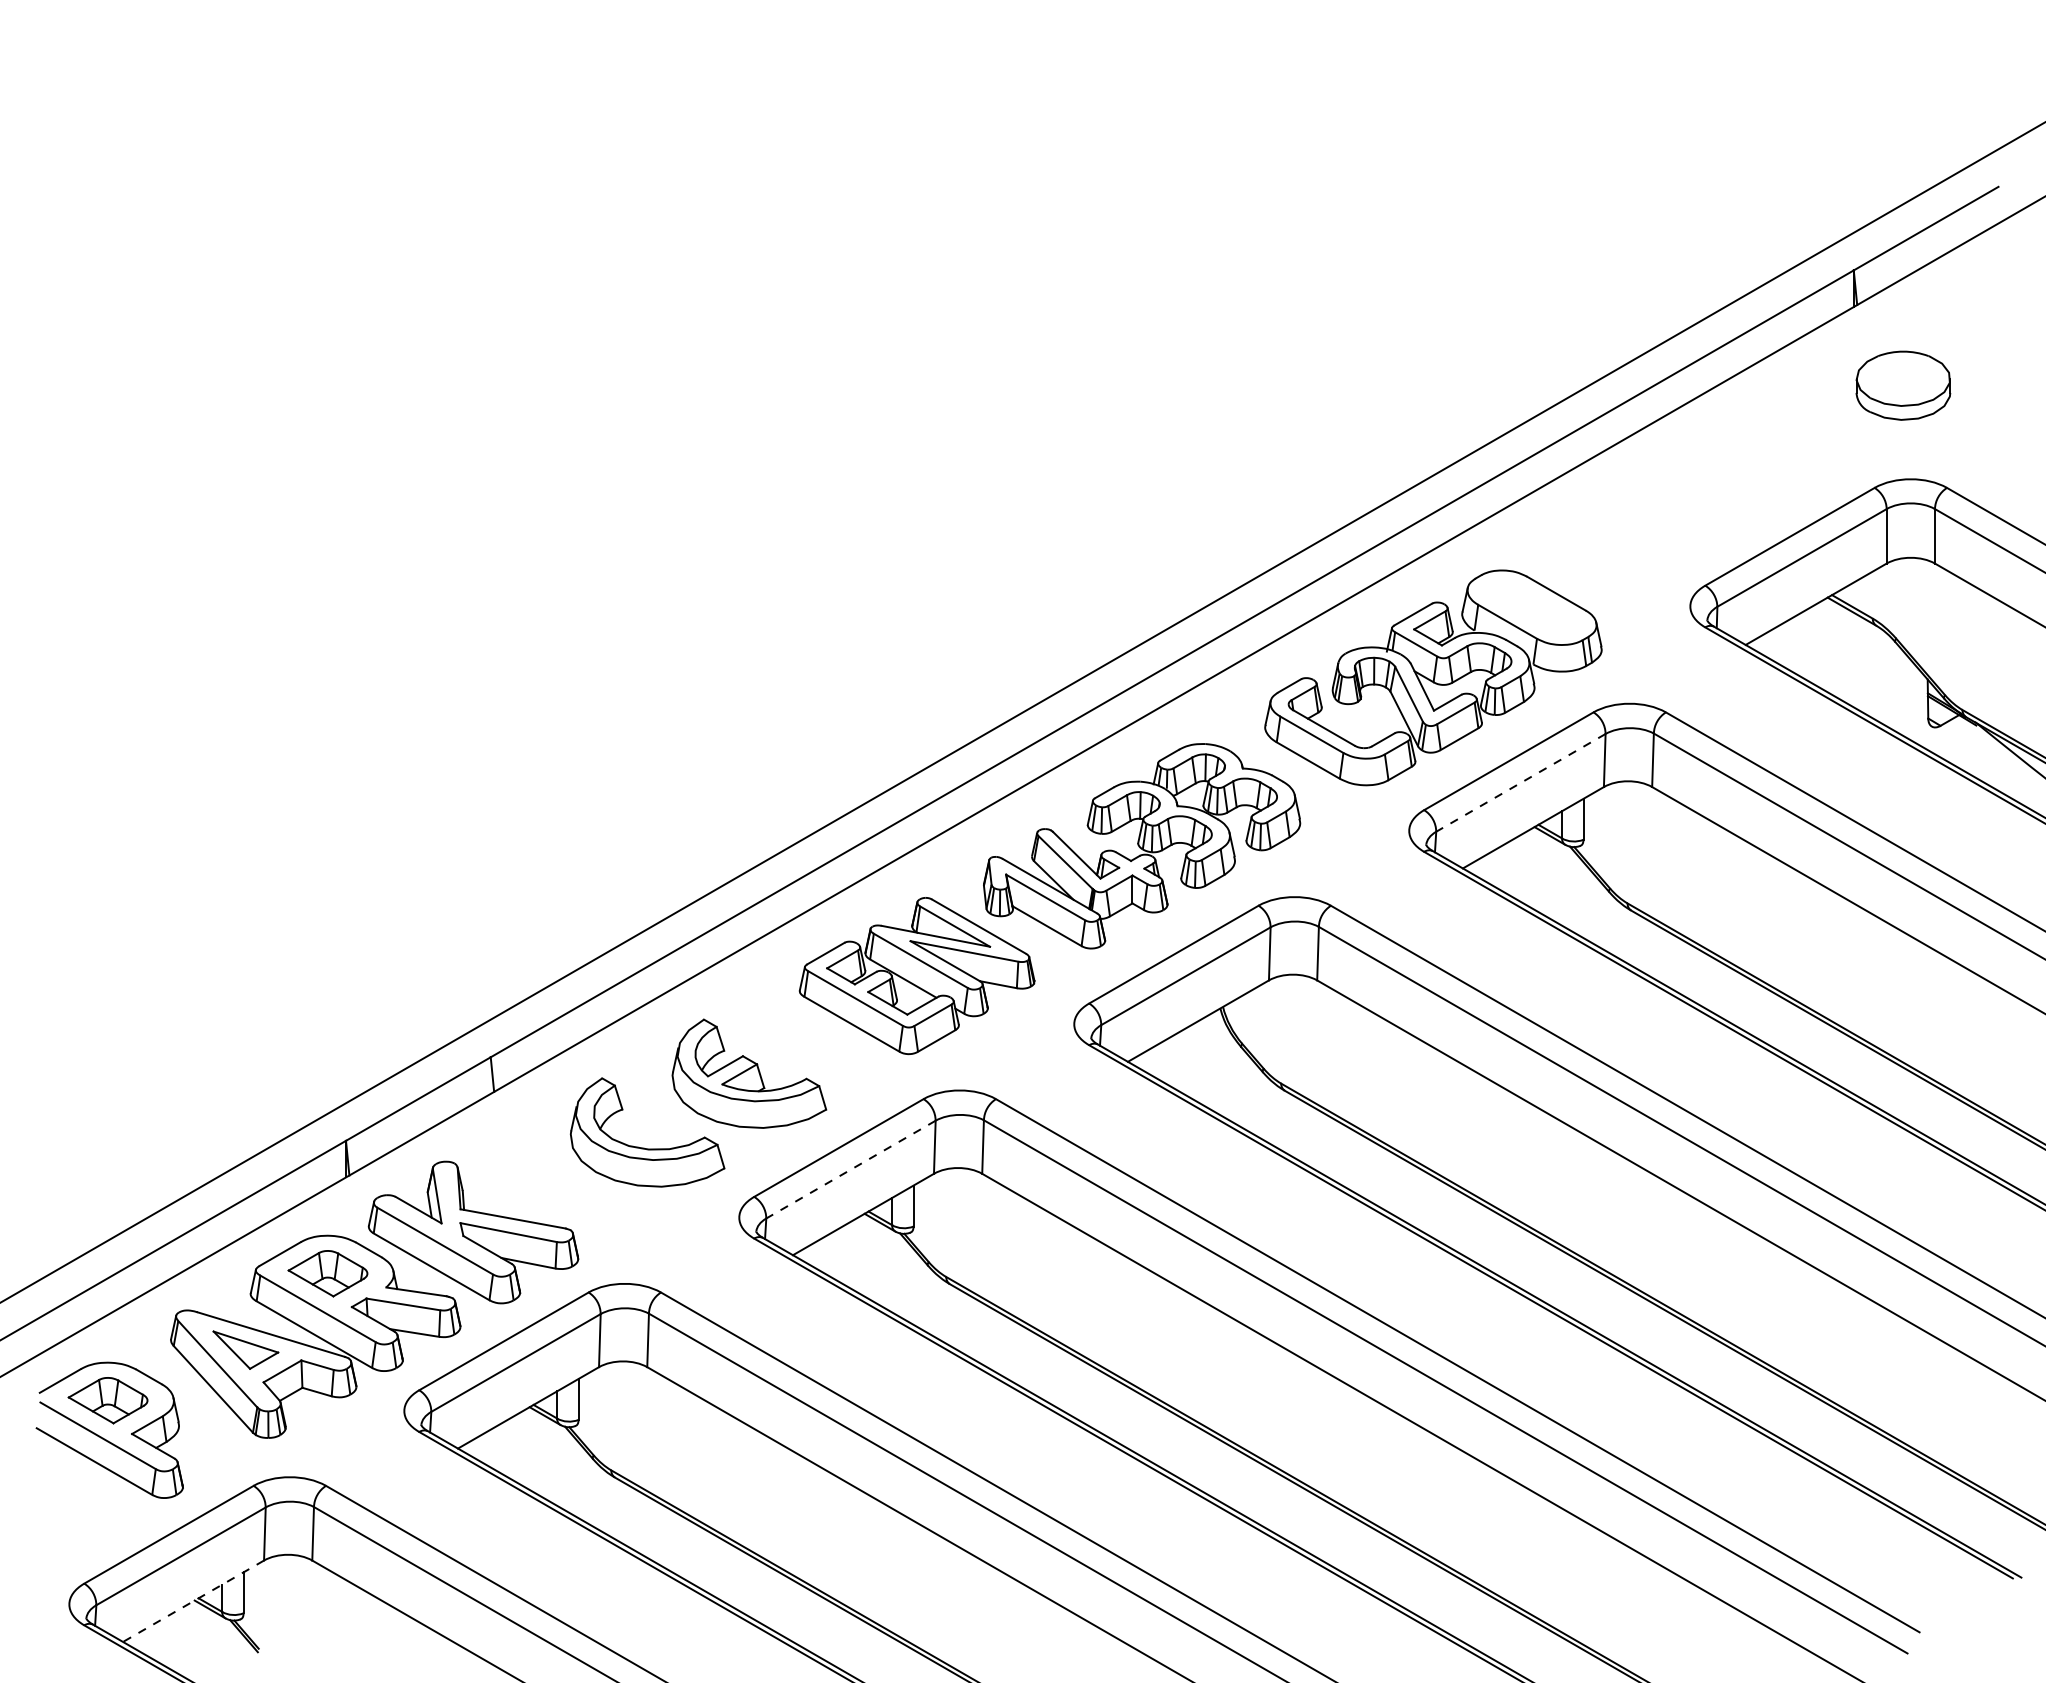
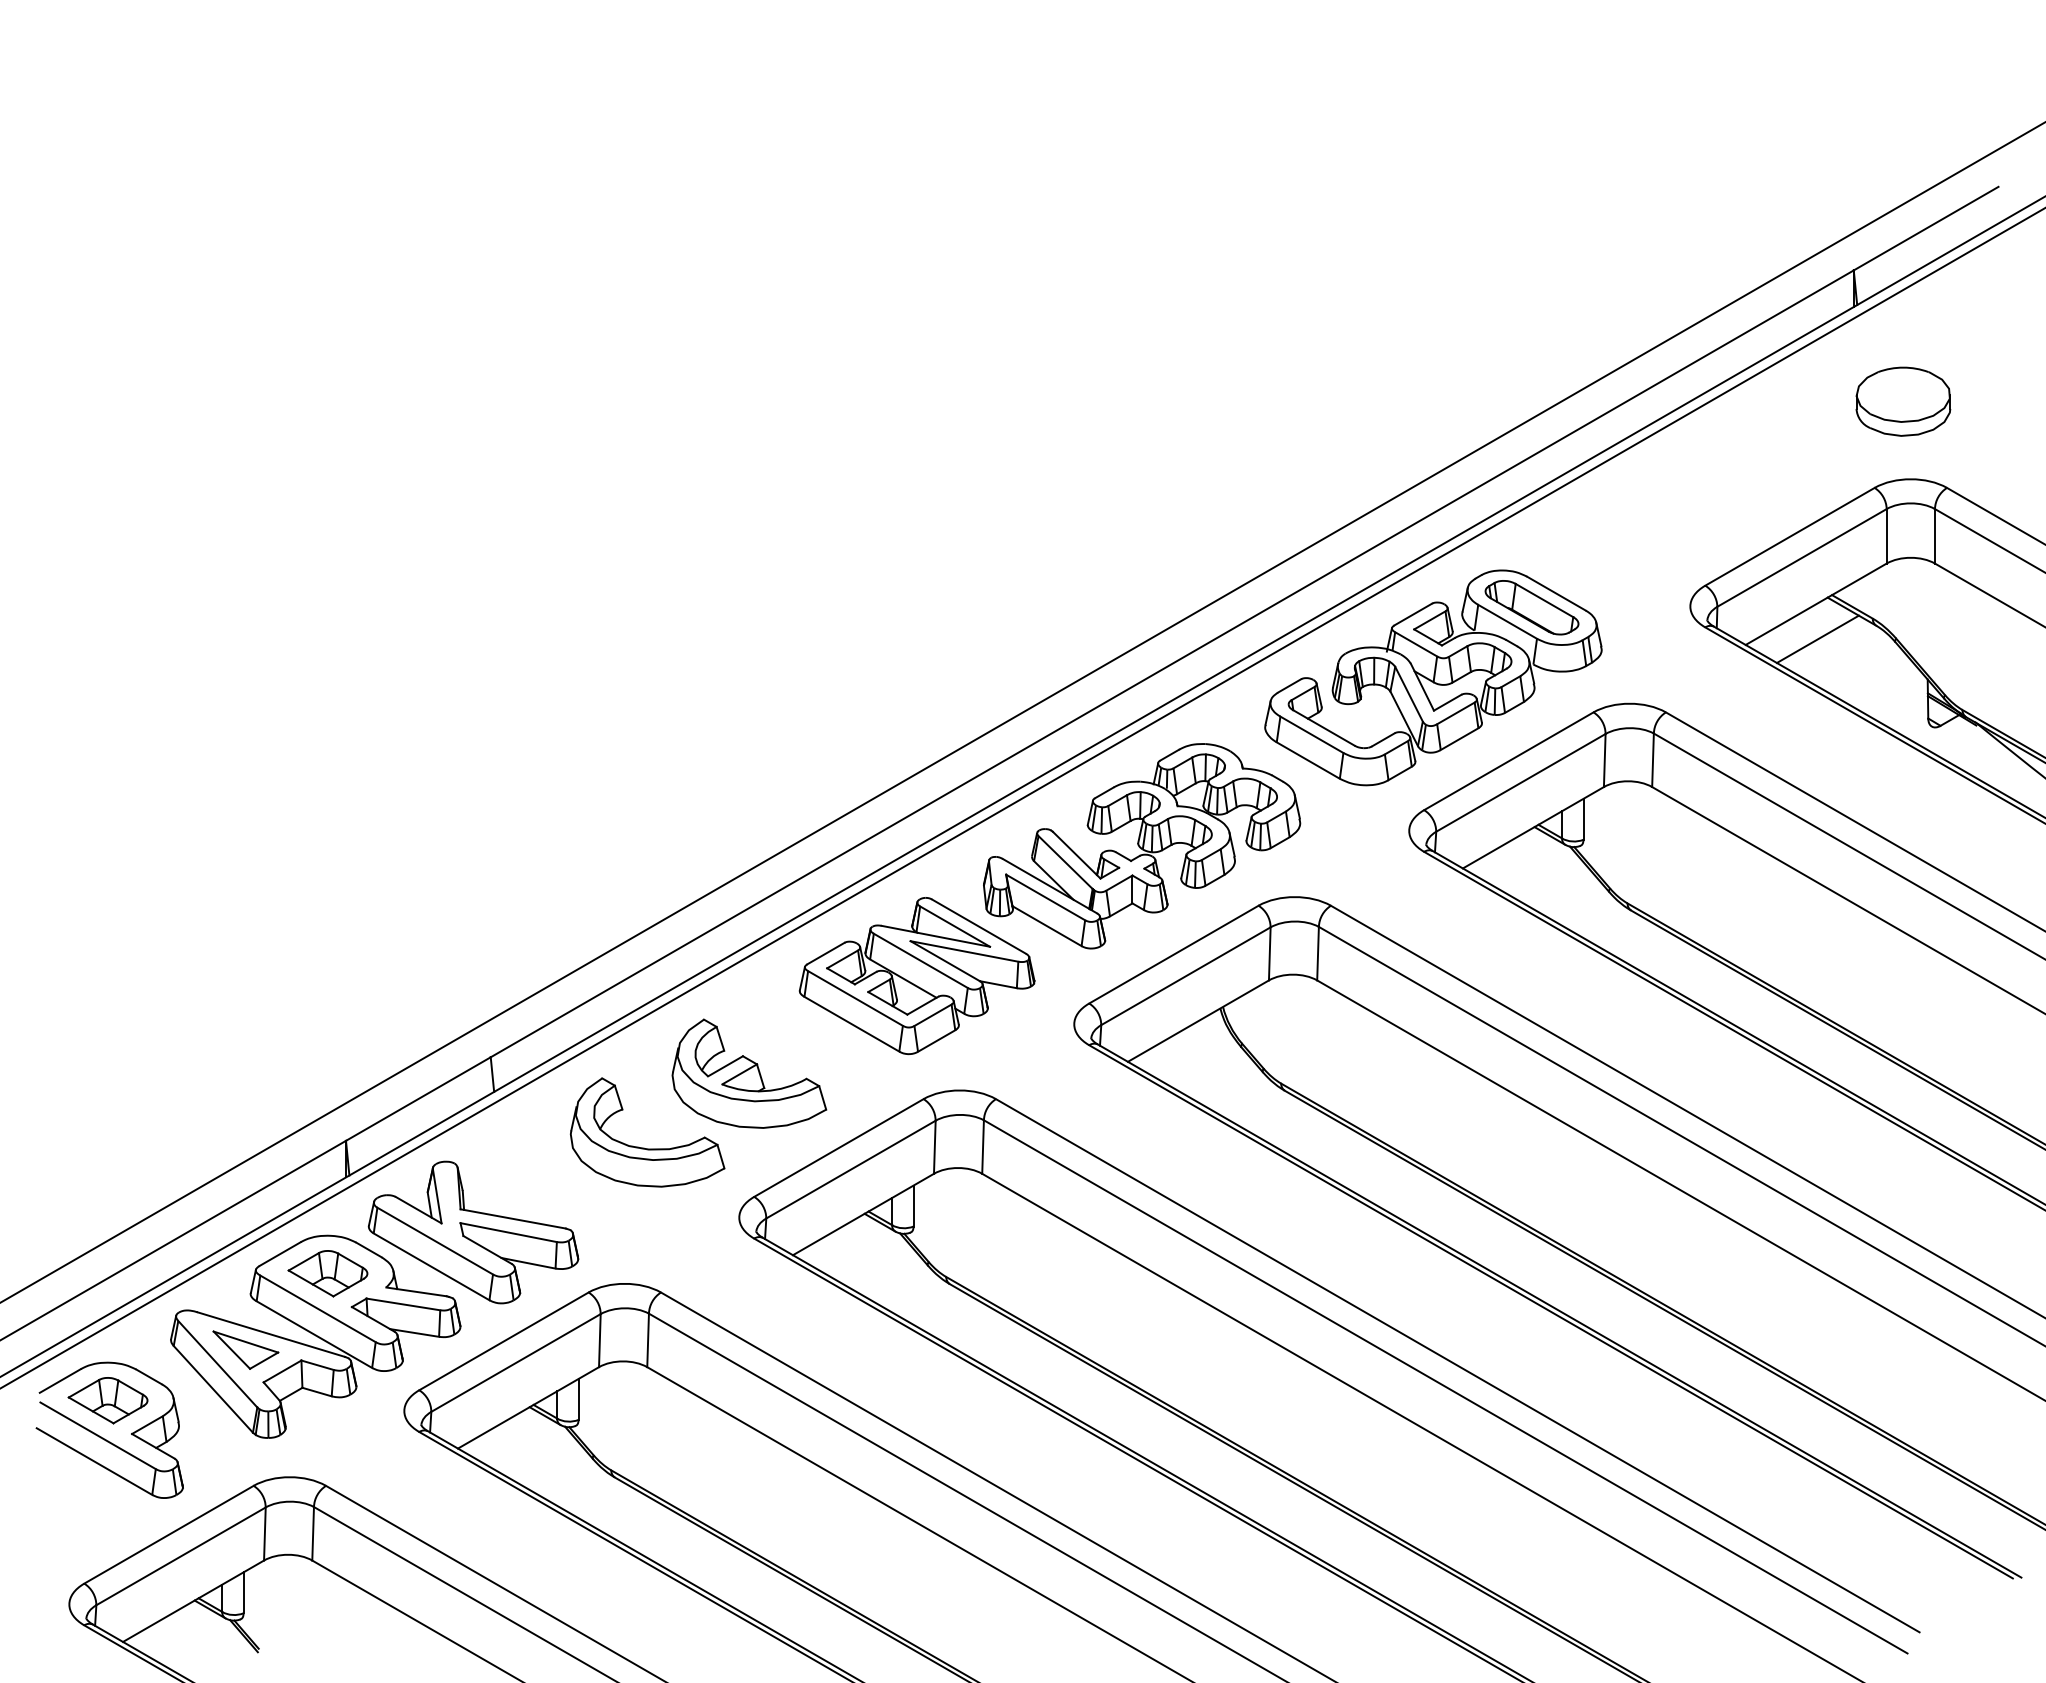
part at (1903, 385) position: (1903, 385) -> (1903, 401)
part at (1531, 607): none -> present
line at (1817, 638): none -> present
line at (1520, 782): dashed -> solid
line at (1022, 798): none -> present
line at (850, 1169): dashed -> solid
line at (193, 1601): dashed -> solid
